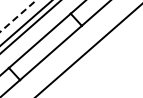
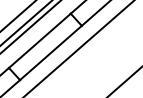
line at (18, 16): dashed -> solid
line at (88, 49) position: (88, 49) -> (78, 48)
line at (124, 81): none -> present
